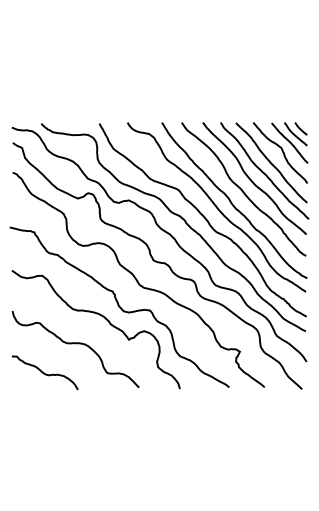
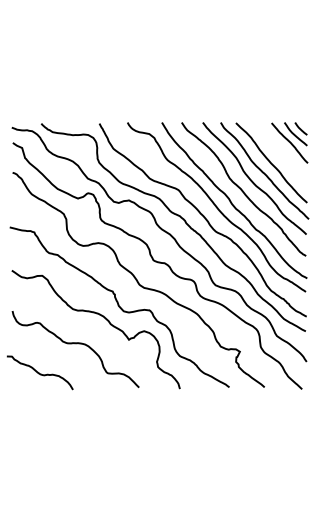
curve at (281, 151): present -> none
curve at (44, 372) position: (44, 372) -> (39, 372)
